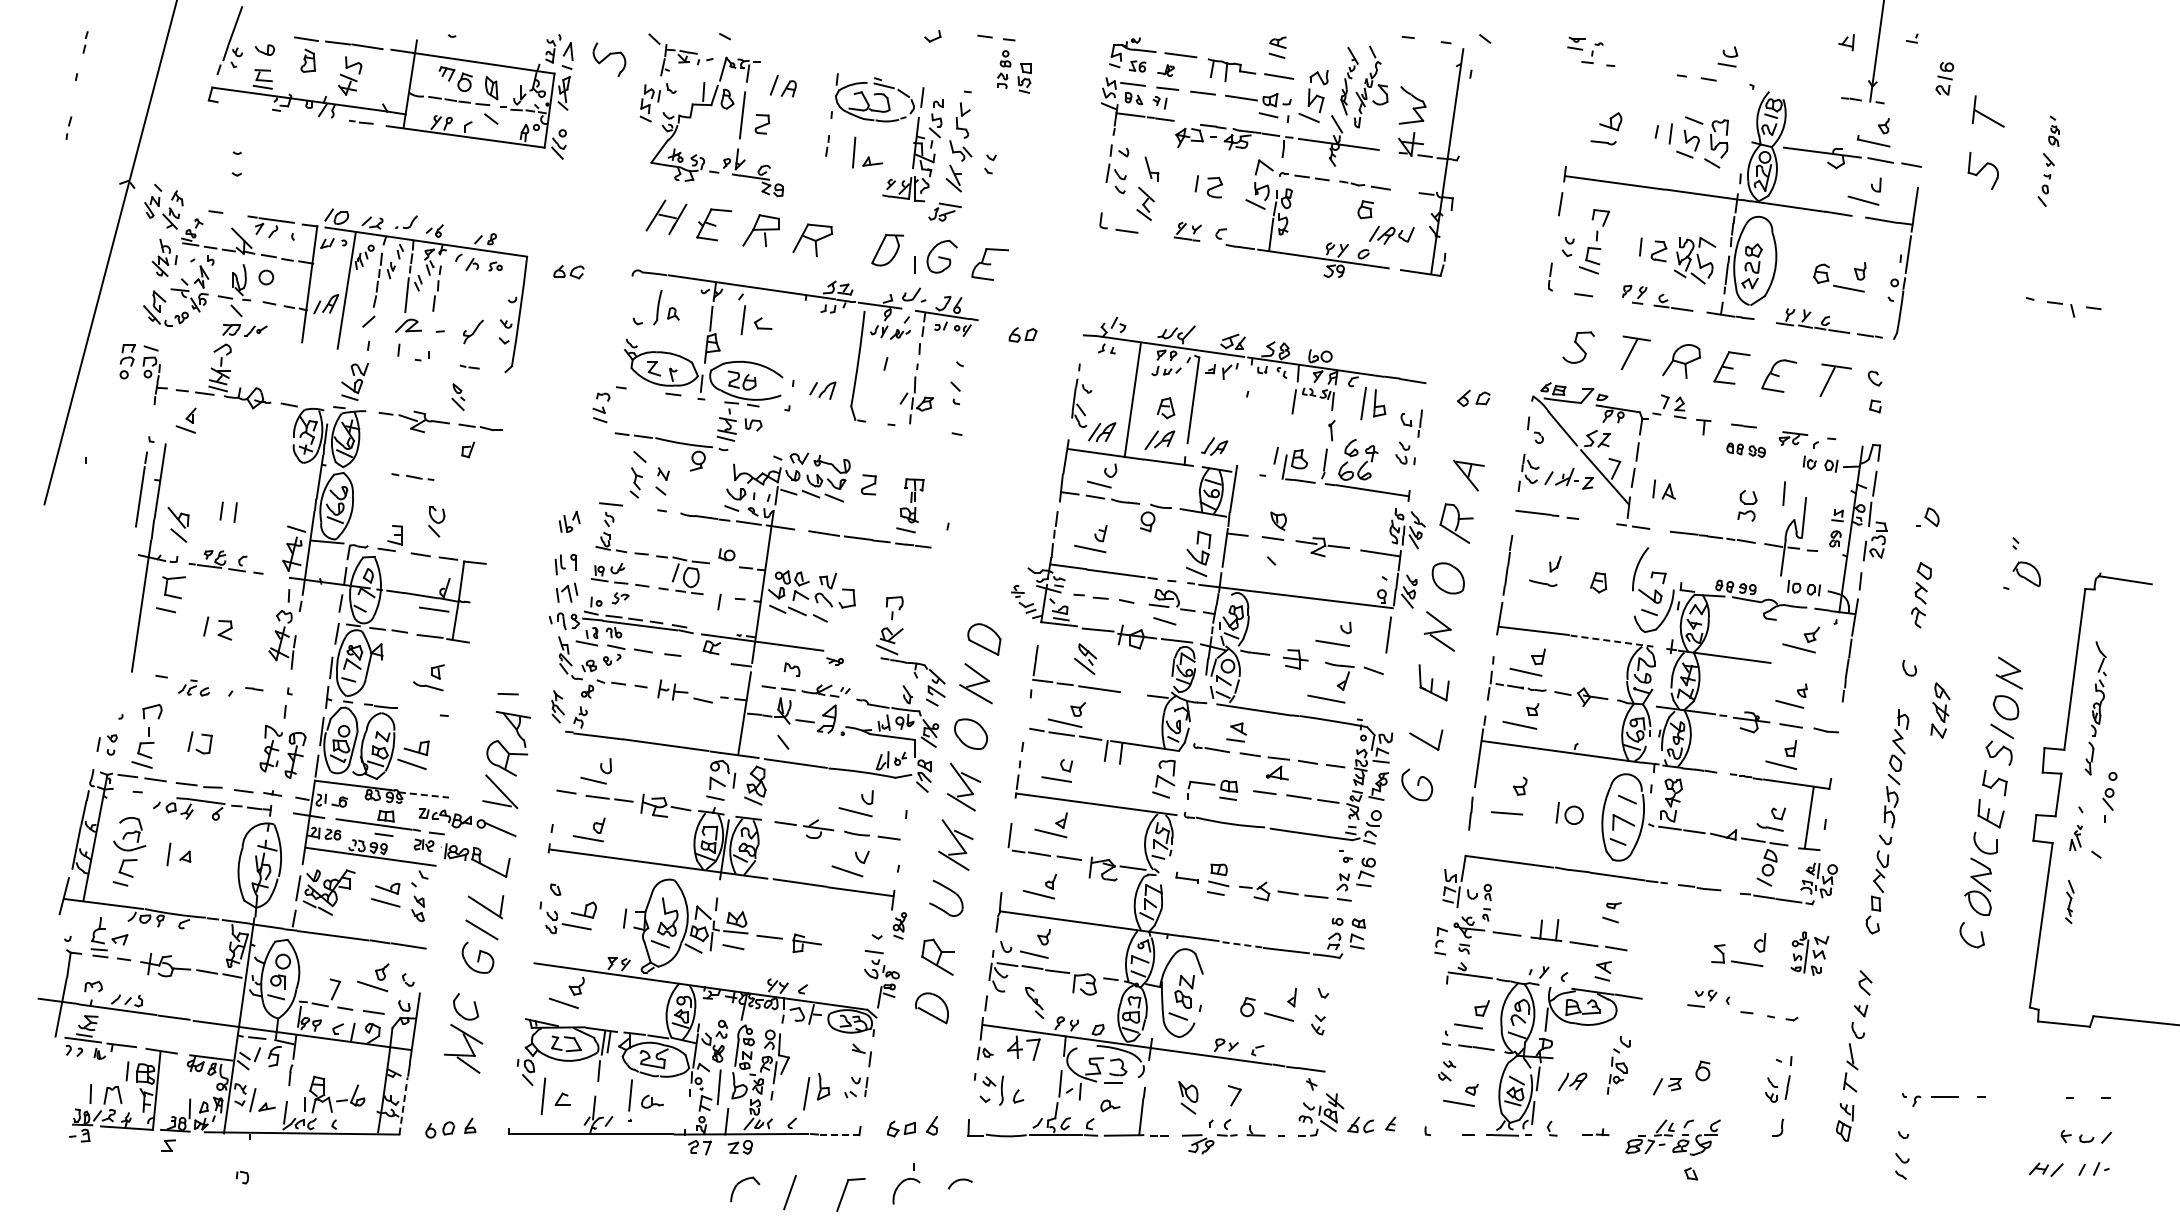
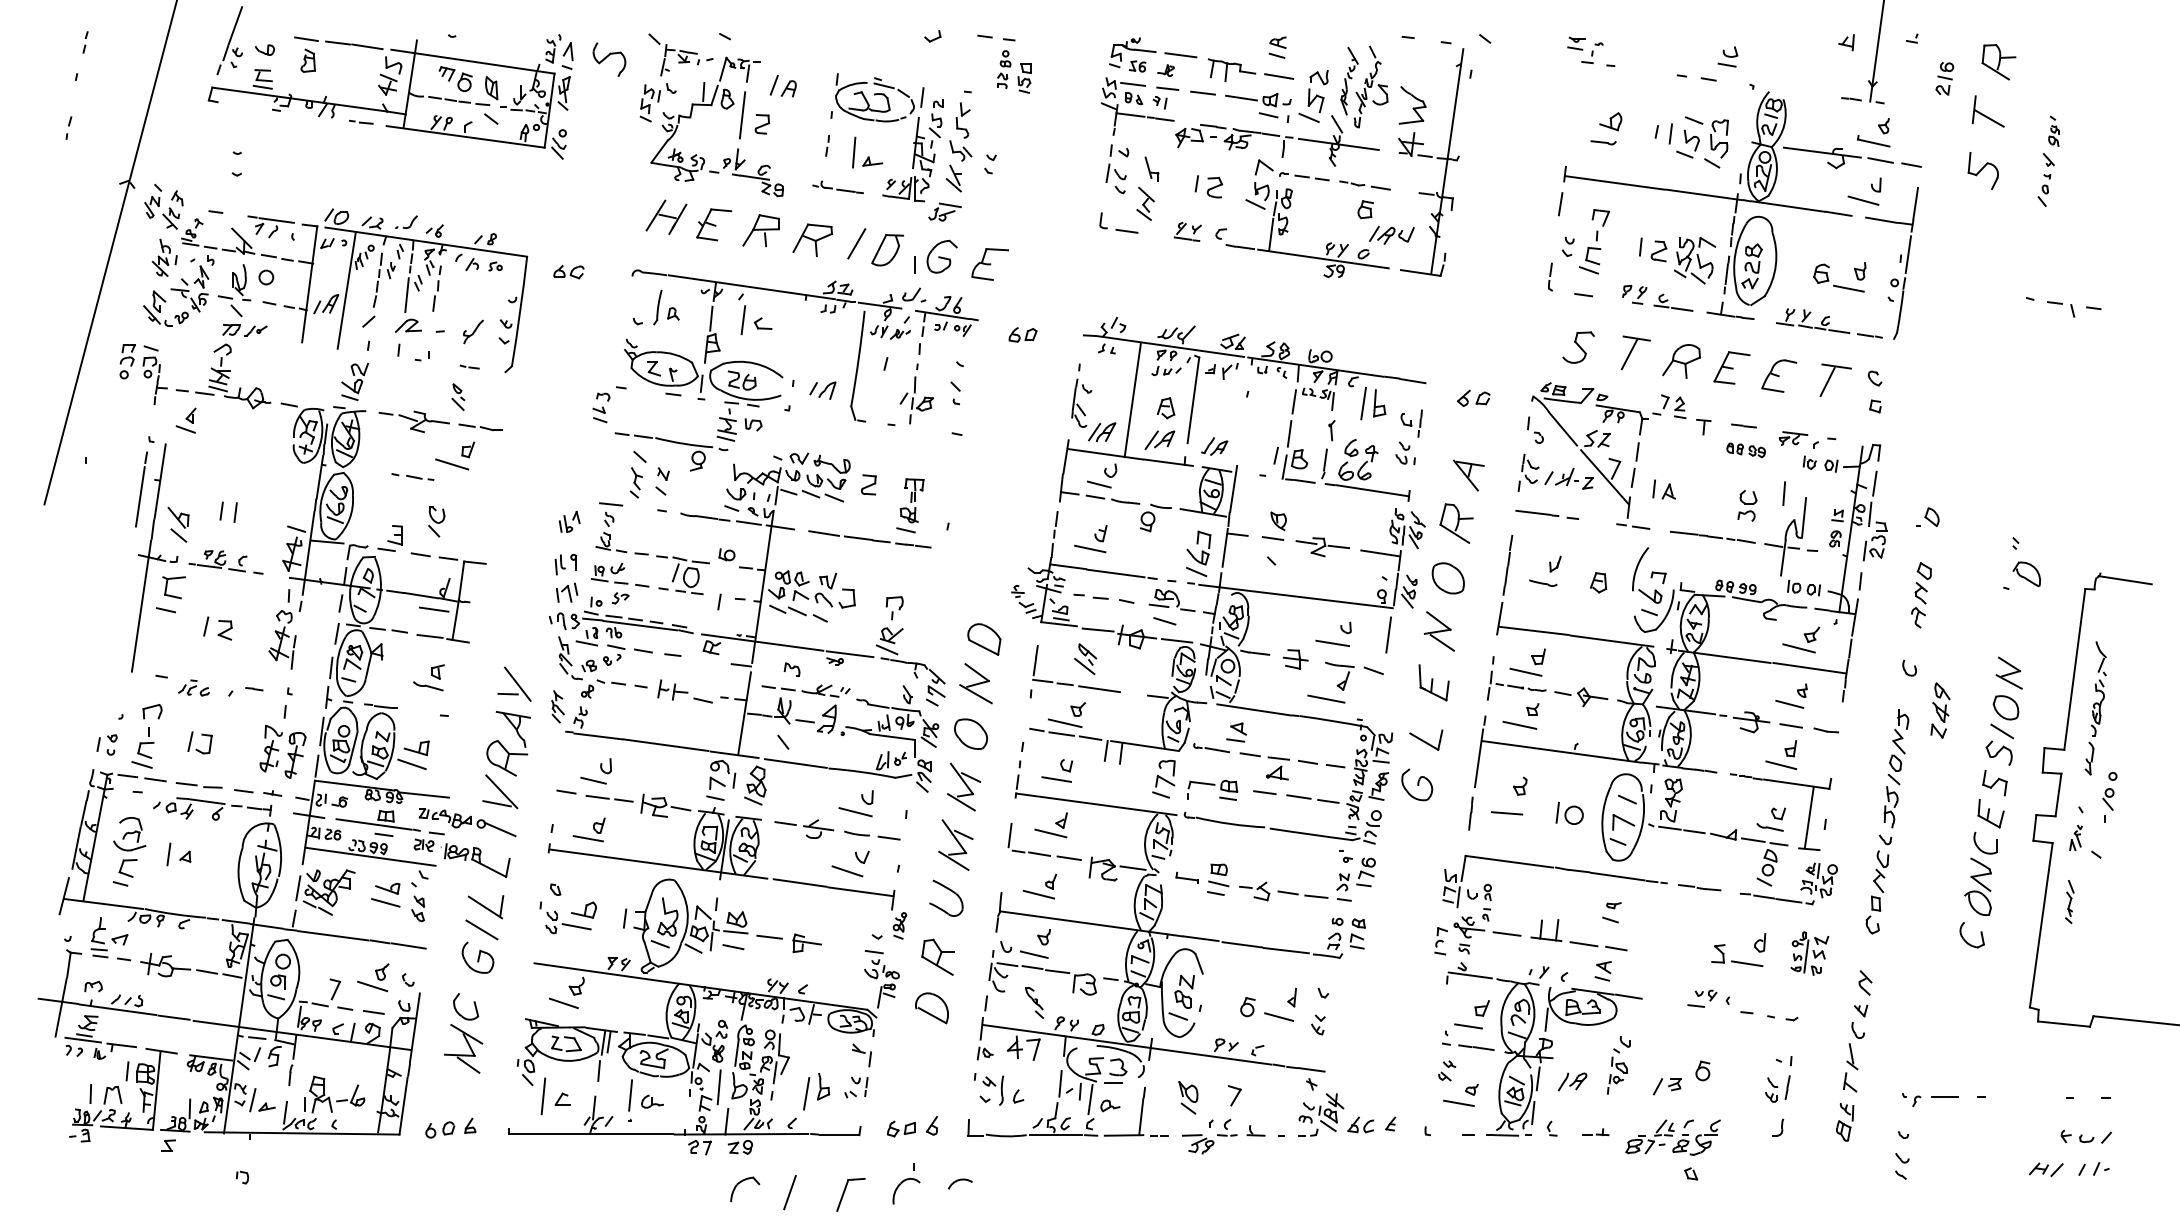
part at (1998, 62): none -> present
part at (350, 75) position: (350, 75) -> (390, 75)
part at (837, 186): none -> present
line at (856, 243): none -> present
line at (1289, 433): none -> present
line at (452, 464): none -> present
line at (1611, 641): dashed -> solid
line at (849, 654): none -> present
line at (1809, 667): none -> present
line at (517, 683): none -> present
line at (424, 795): dashed -> solid
line at (1242, 944): dashed -> solid
line at (1090, 1099): none -> present
line at (403, 1106): dashed -> solid
line at (839, 1135): dashed -> solid
